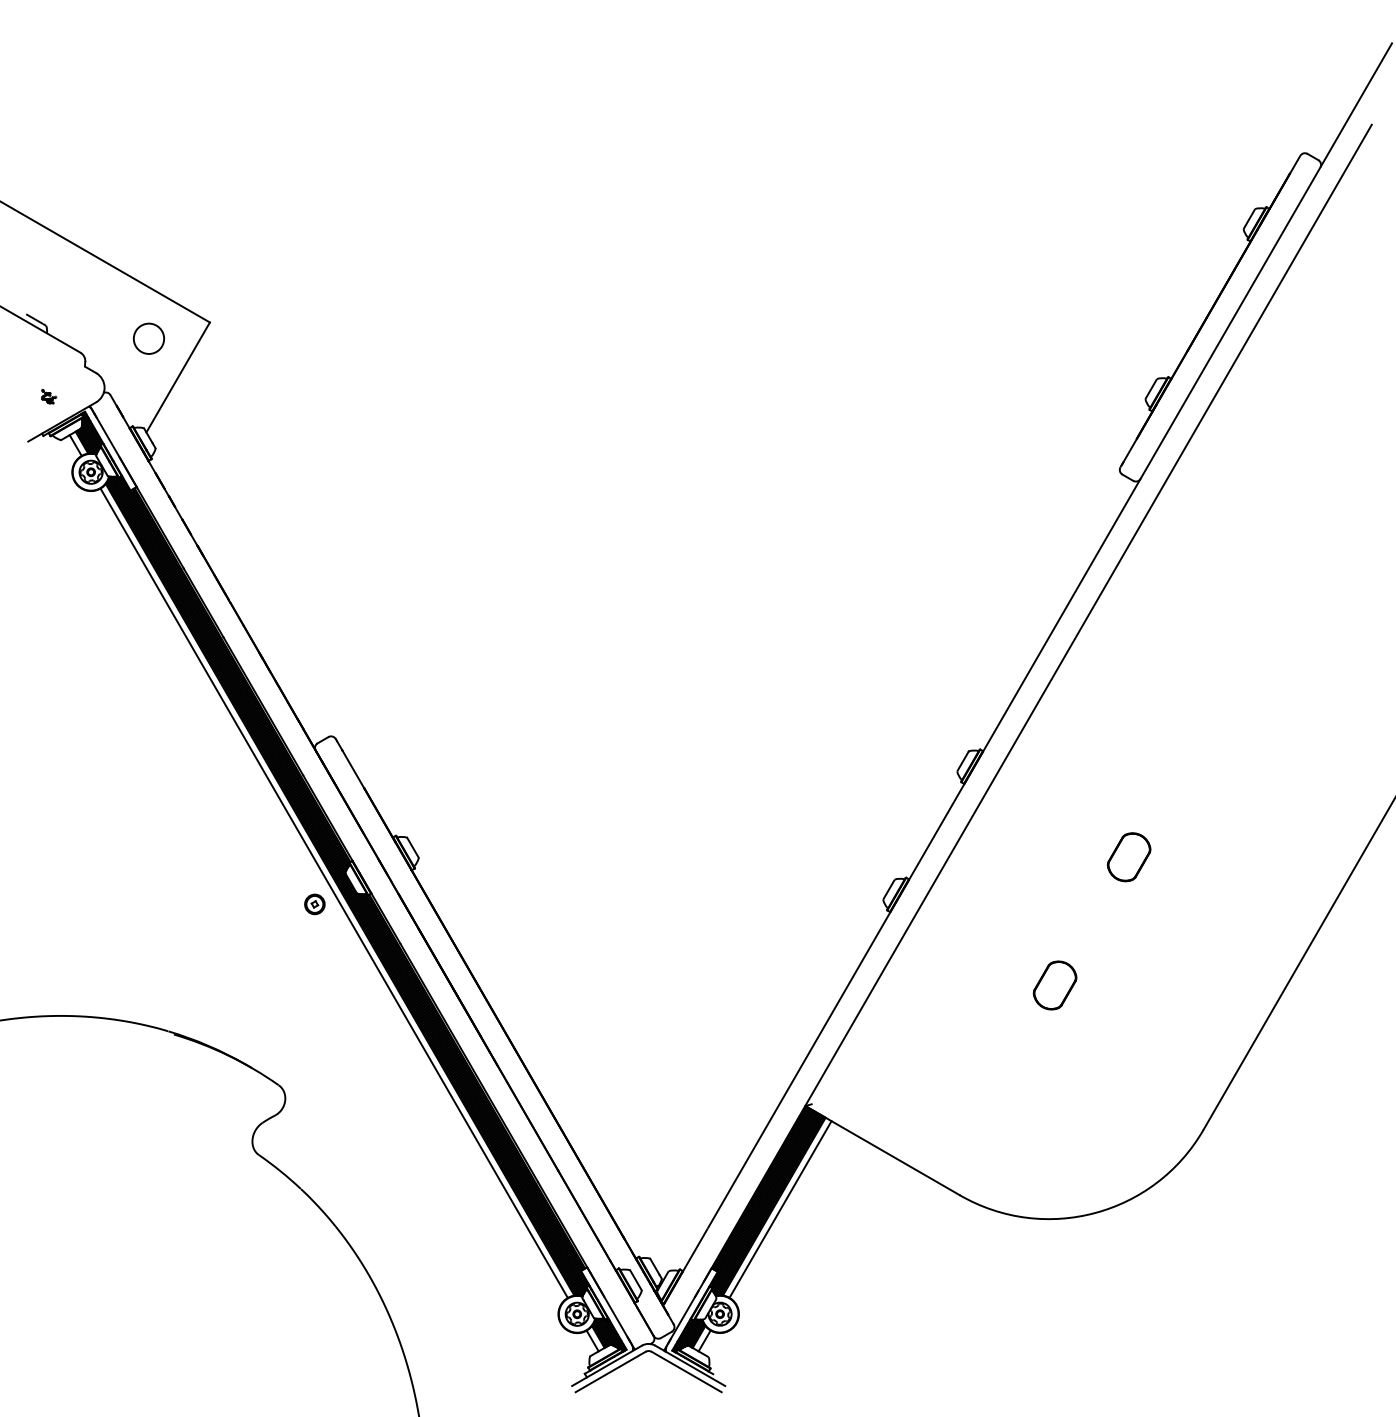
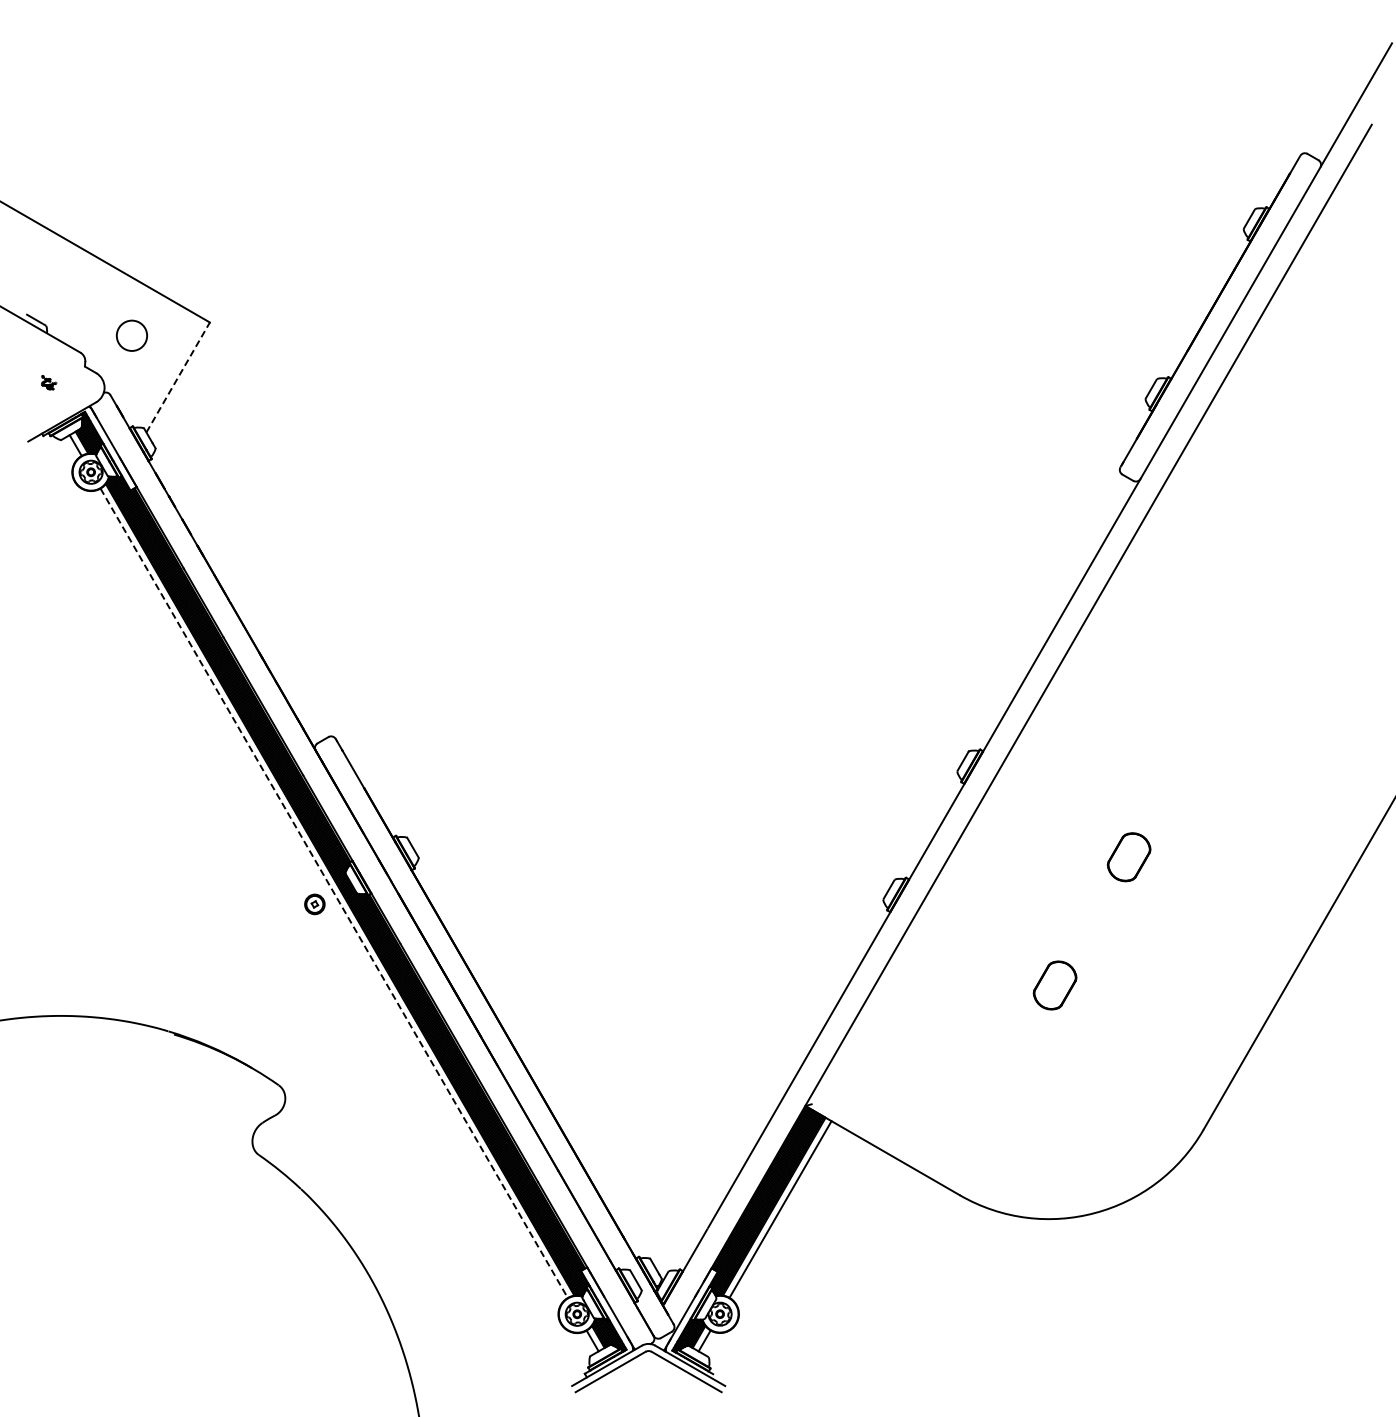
circle at (148, 338) position: (148, 338) -> (131, 335)
line at (178, 377): solid -> dashed
part at (49, 396) position: (49, 396) -> (49, 382)
line at (334, 893): solid -> dashed
